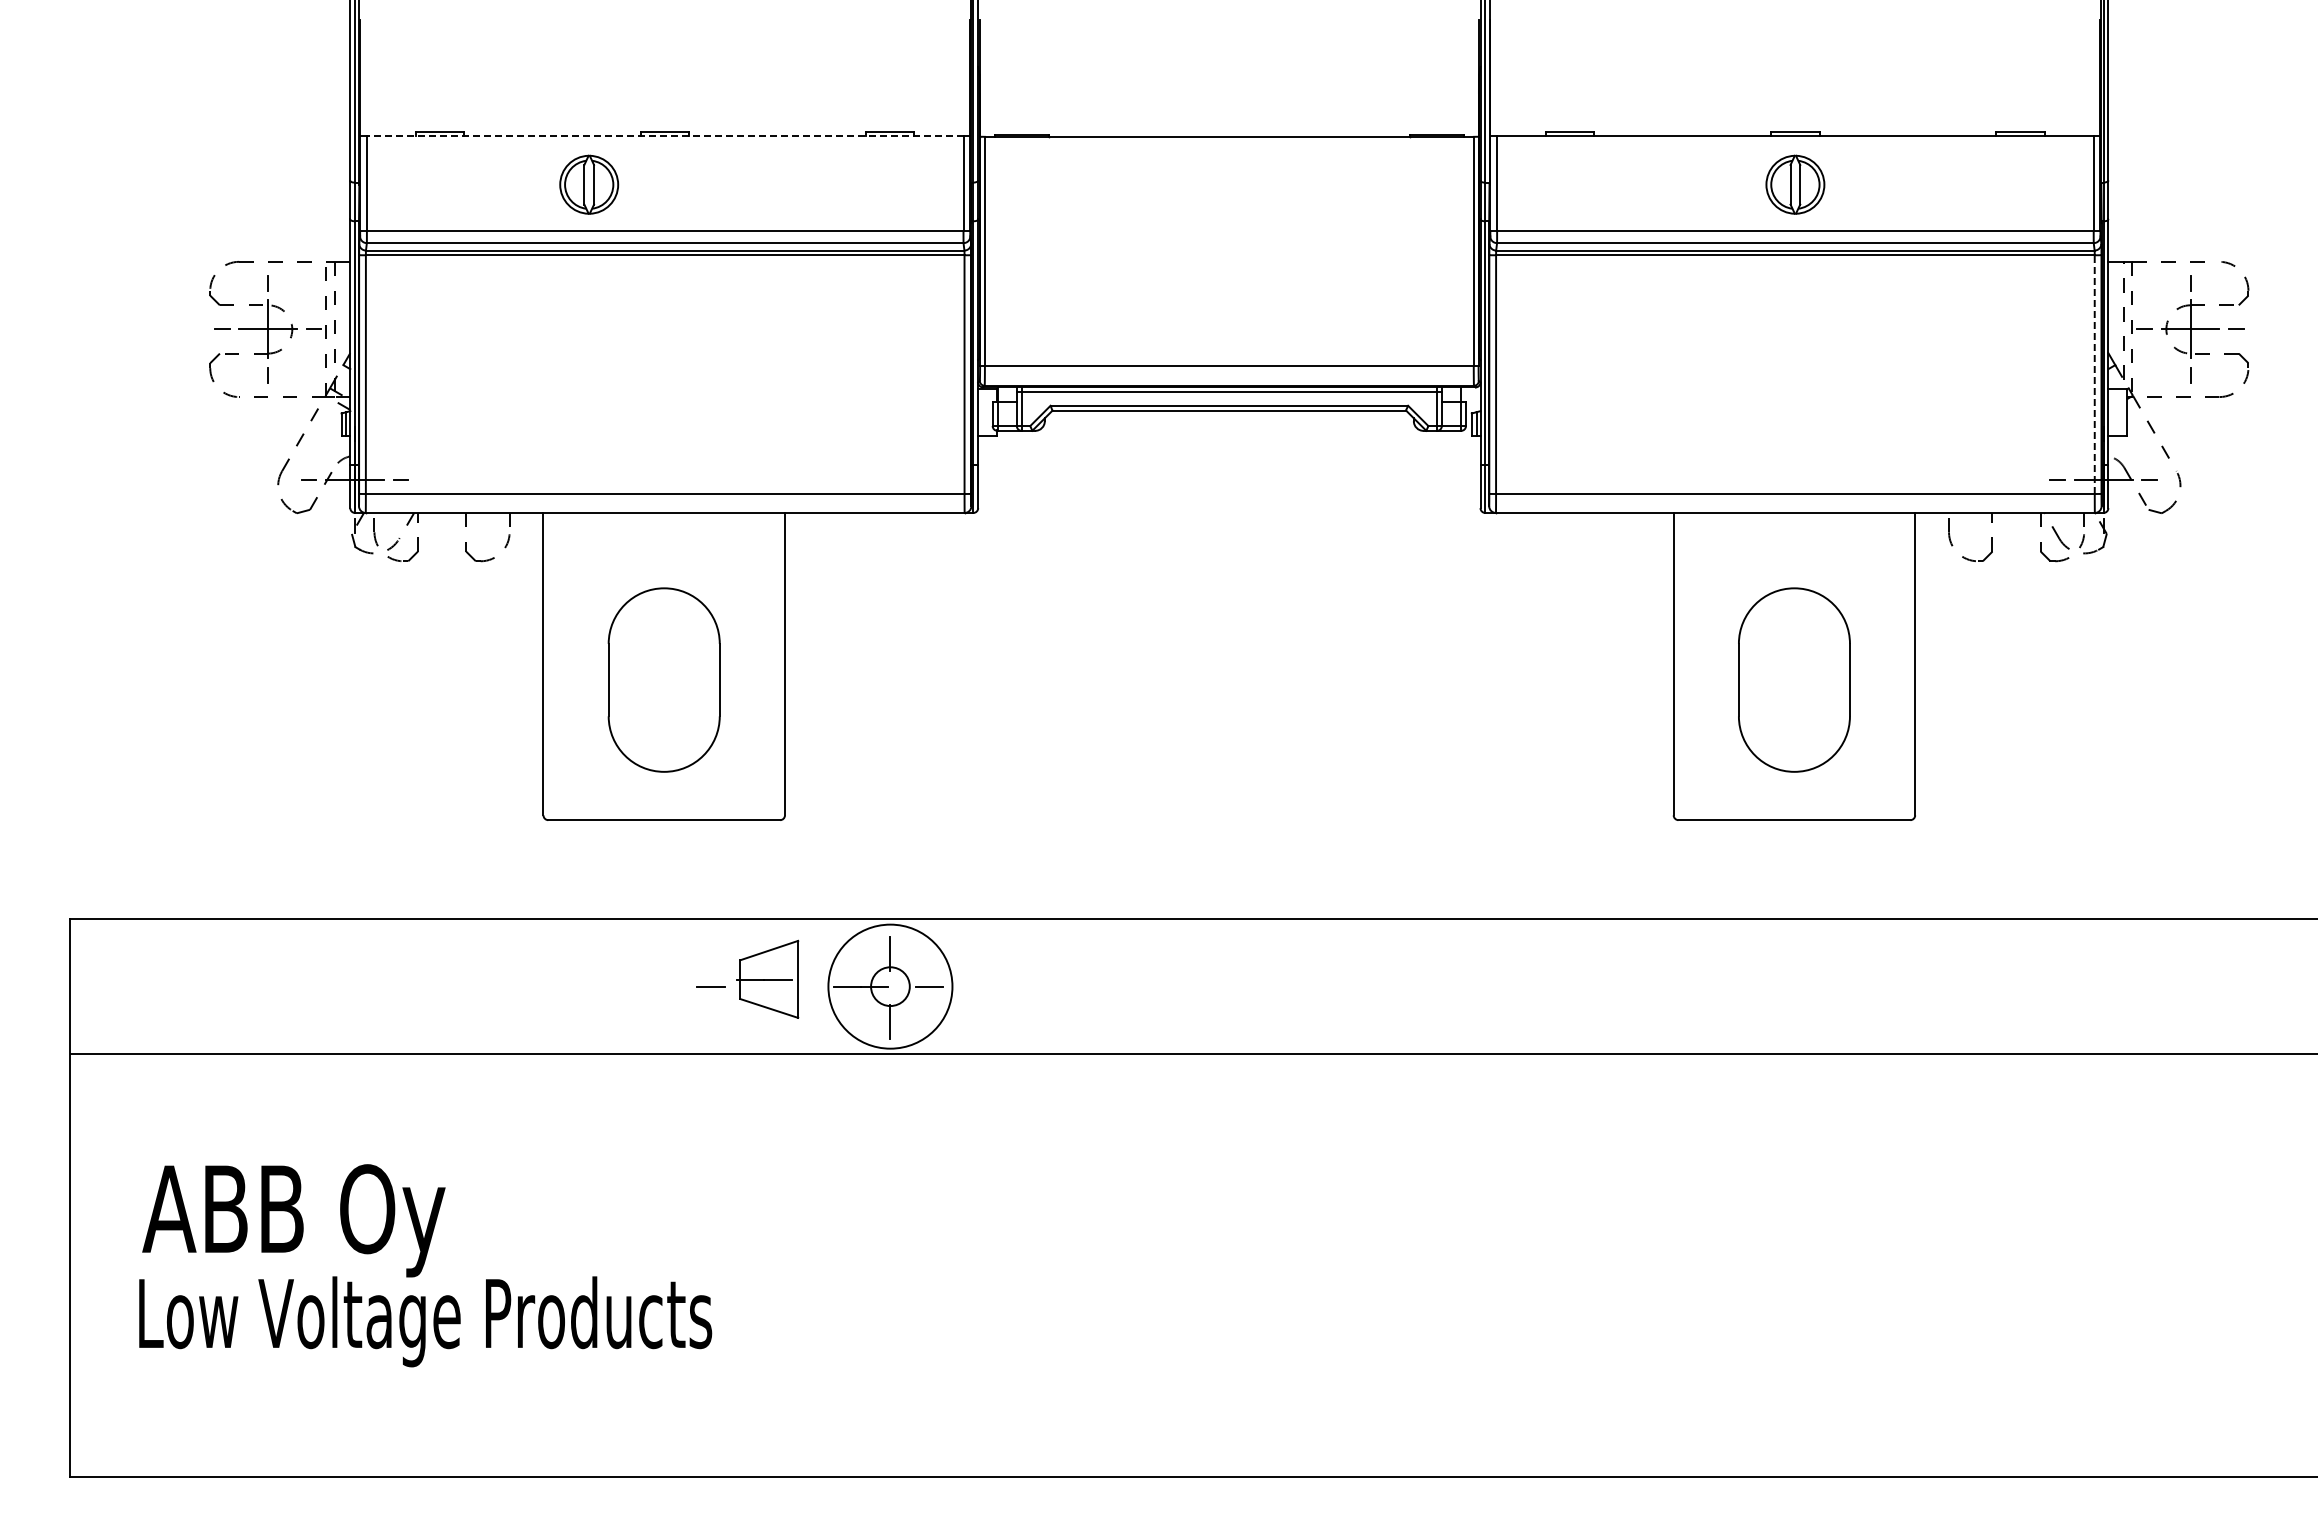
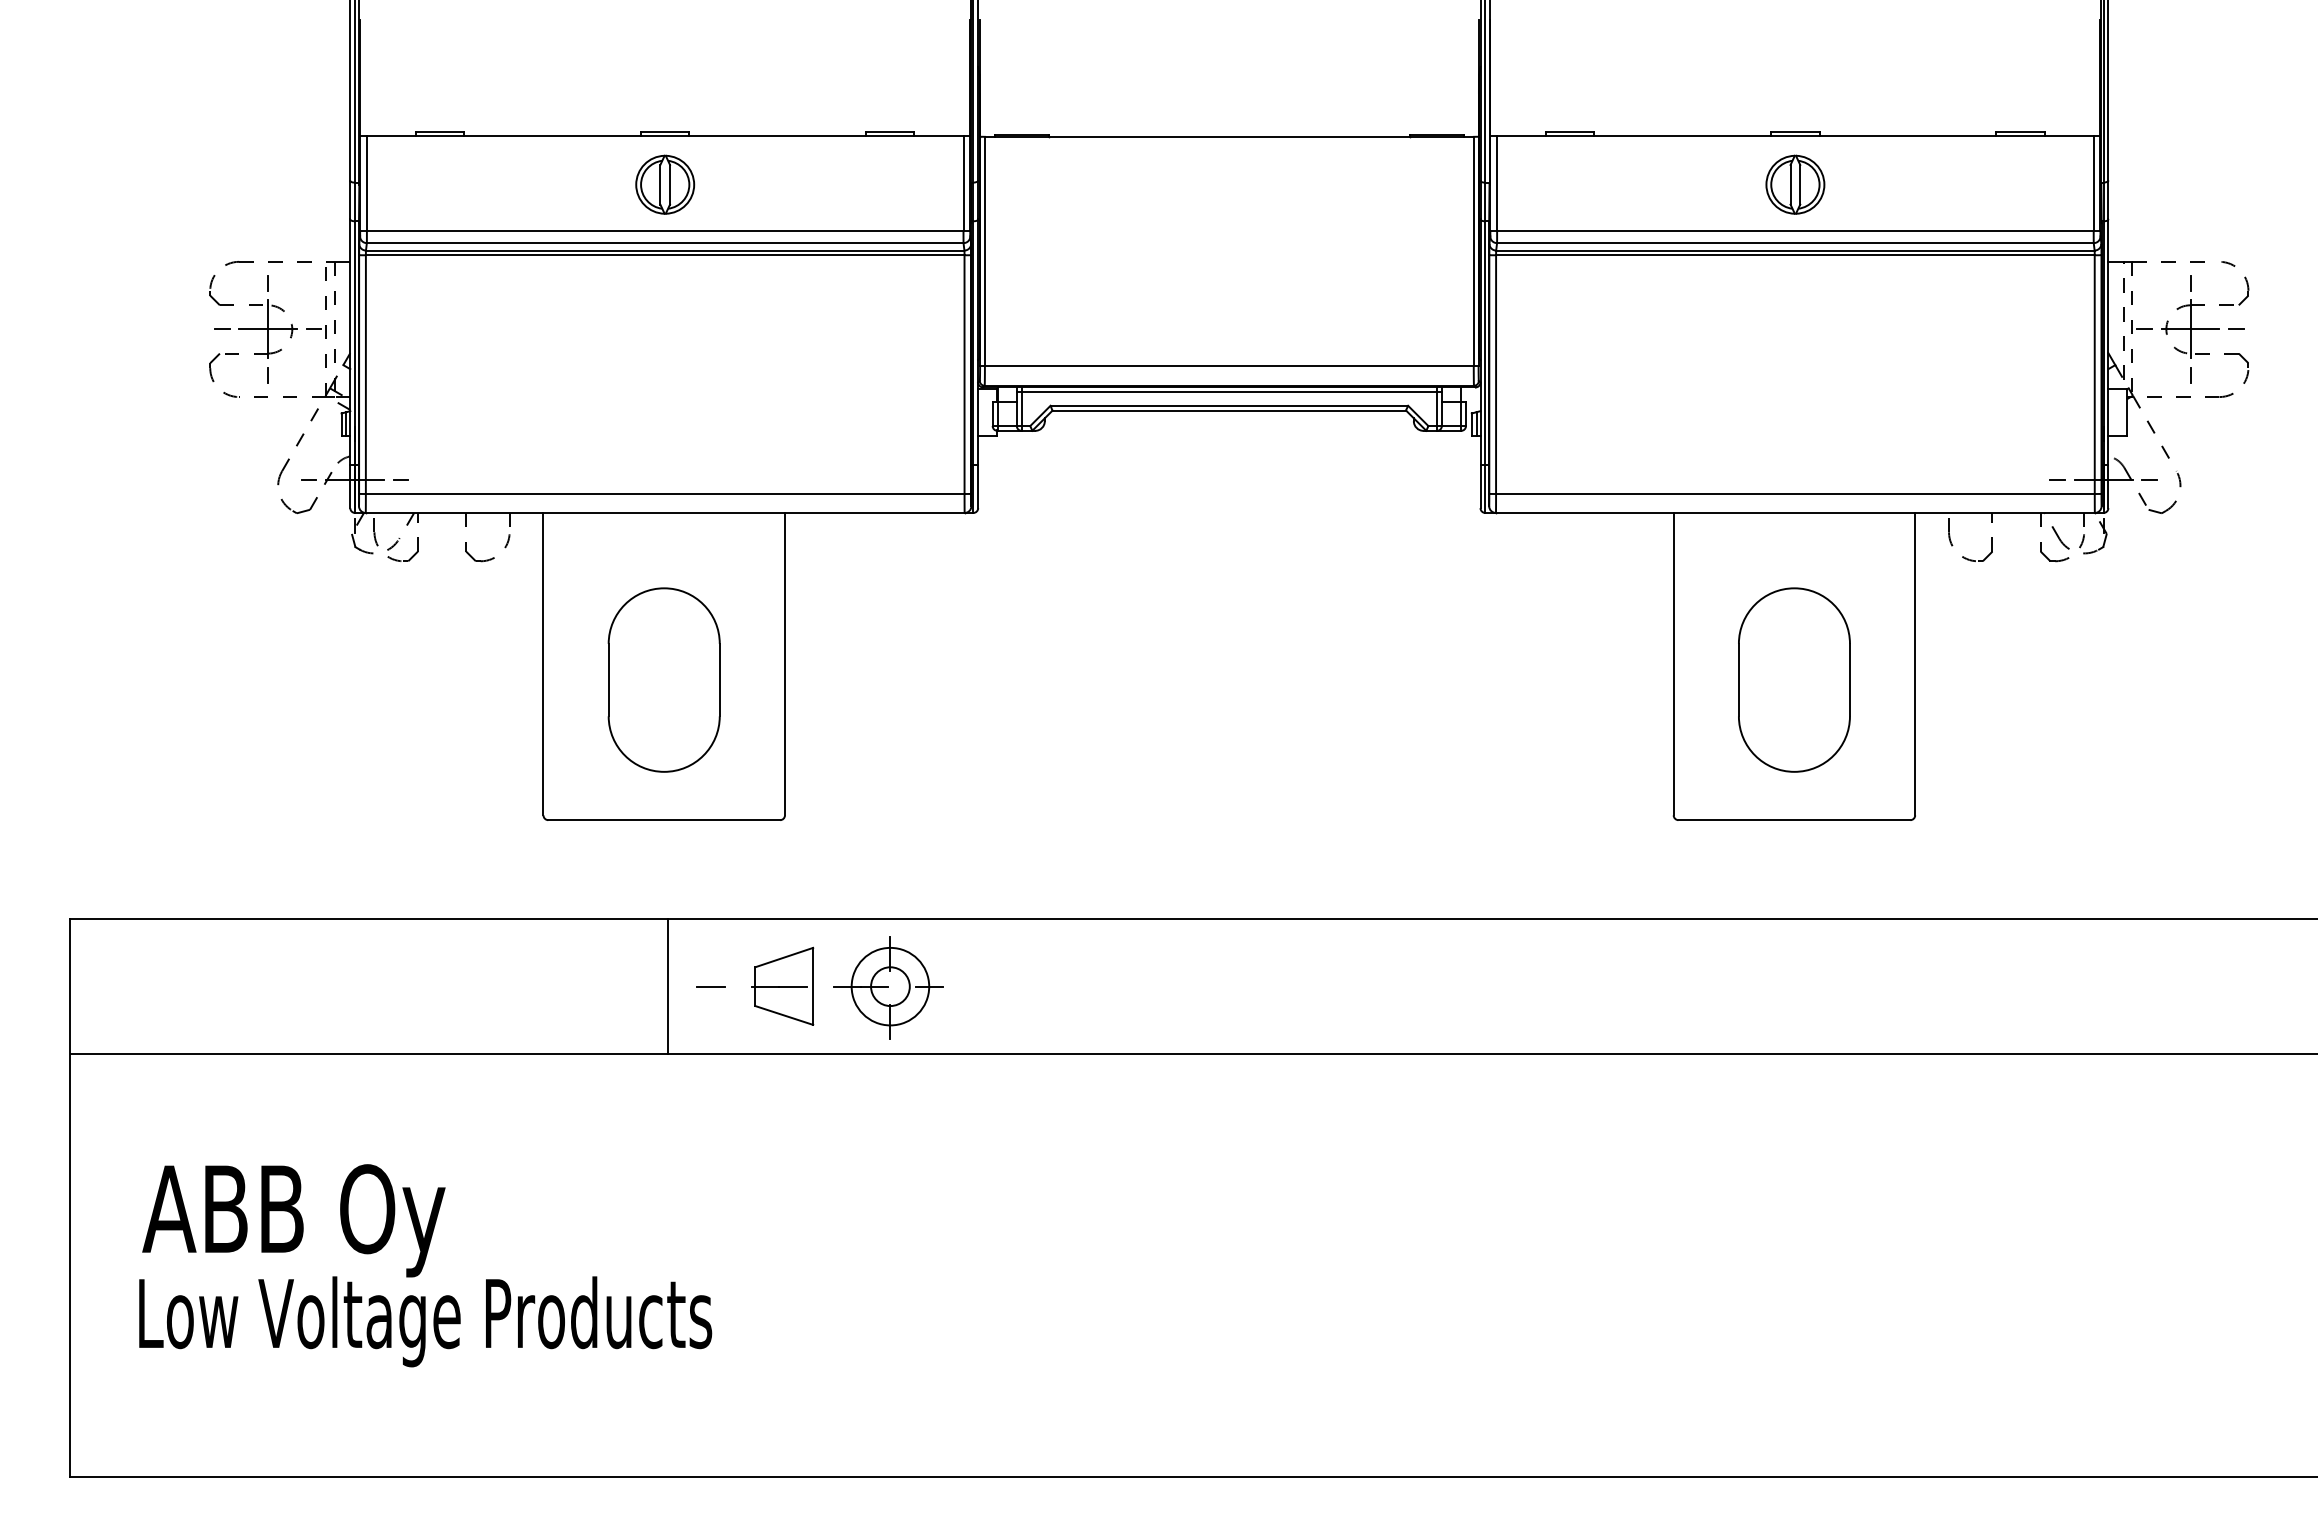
line at (664, 136): dashed -> solid
part at (589, 184) position: (589, 184) -> (665, 184)
line at (2094, 374): dashed -> solid
part at (767, 978) position: (767, 978) -> (782, 985)
line at (668, 986): none -> present
circle at (890, 986) diameter: 124 px -> 78 px
